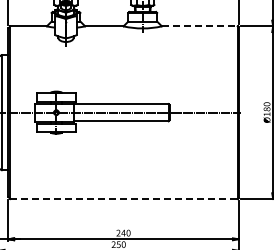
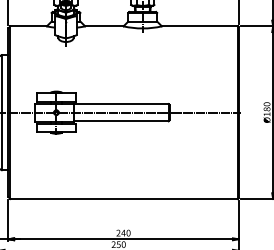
line at (199, 26): dashed -> solid
line at (124, 199): dashed -> solid
